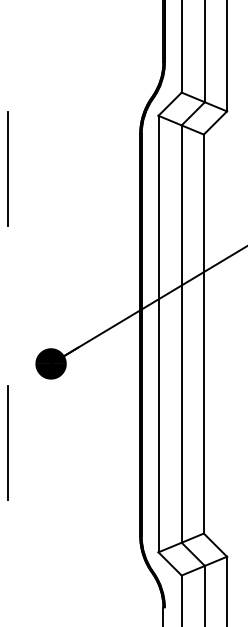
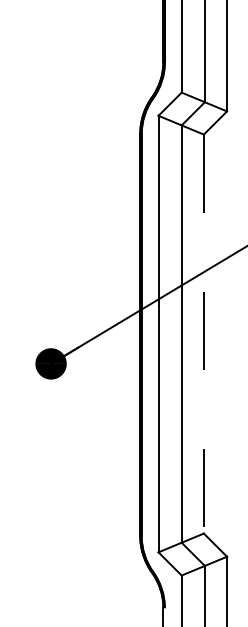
line at (7, 168): present -> none
line at (203, 334): solid -> dashed
line at (7, 442): present -> none
